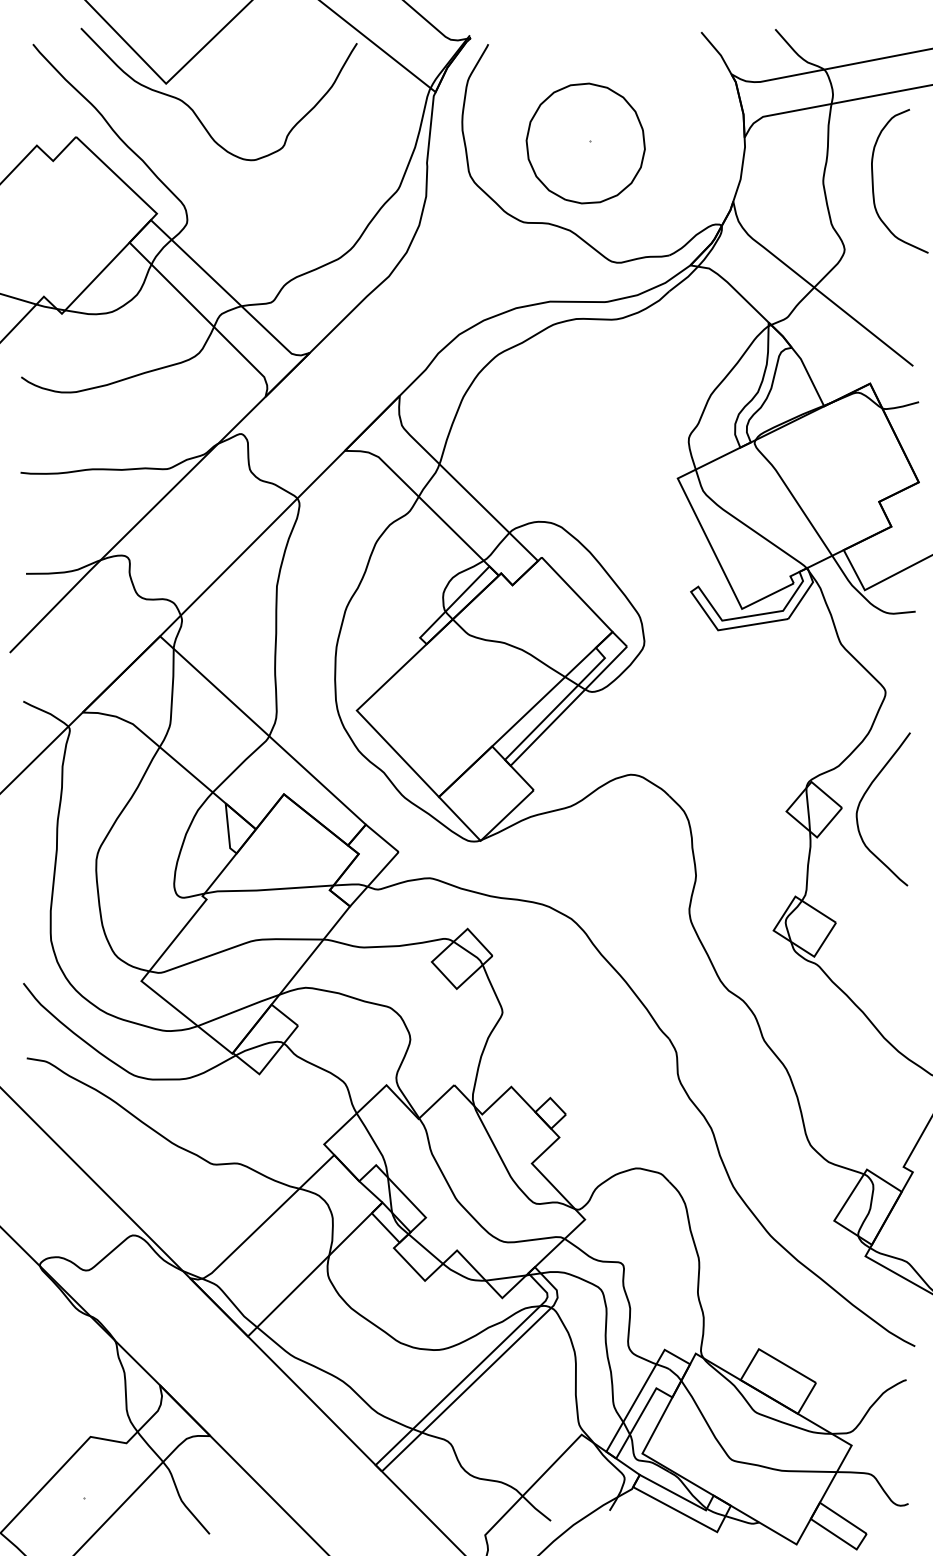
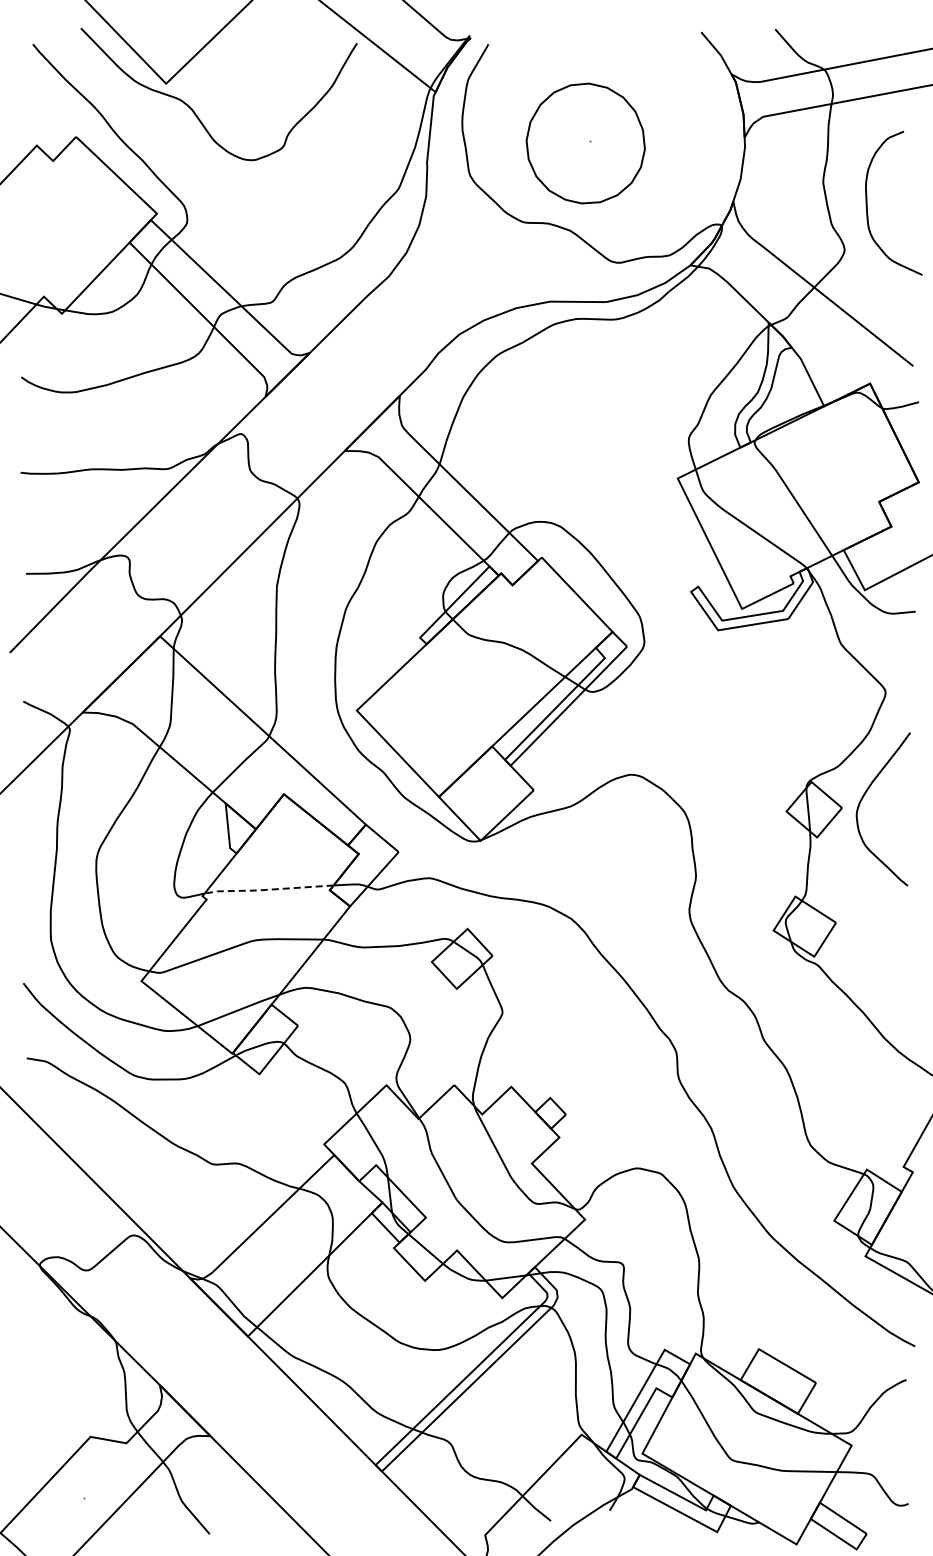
curve at (873, 180) position: (873, 180) -> (867, 202)
line at (267, 889): solid -> dashed
